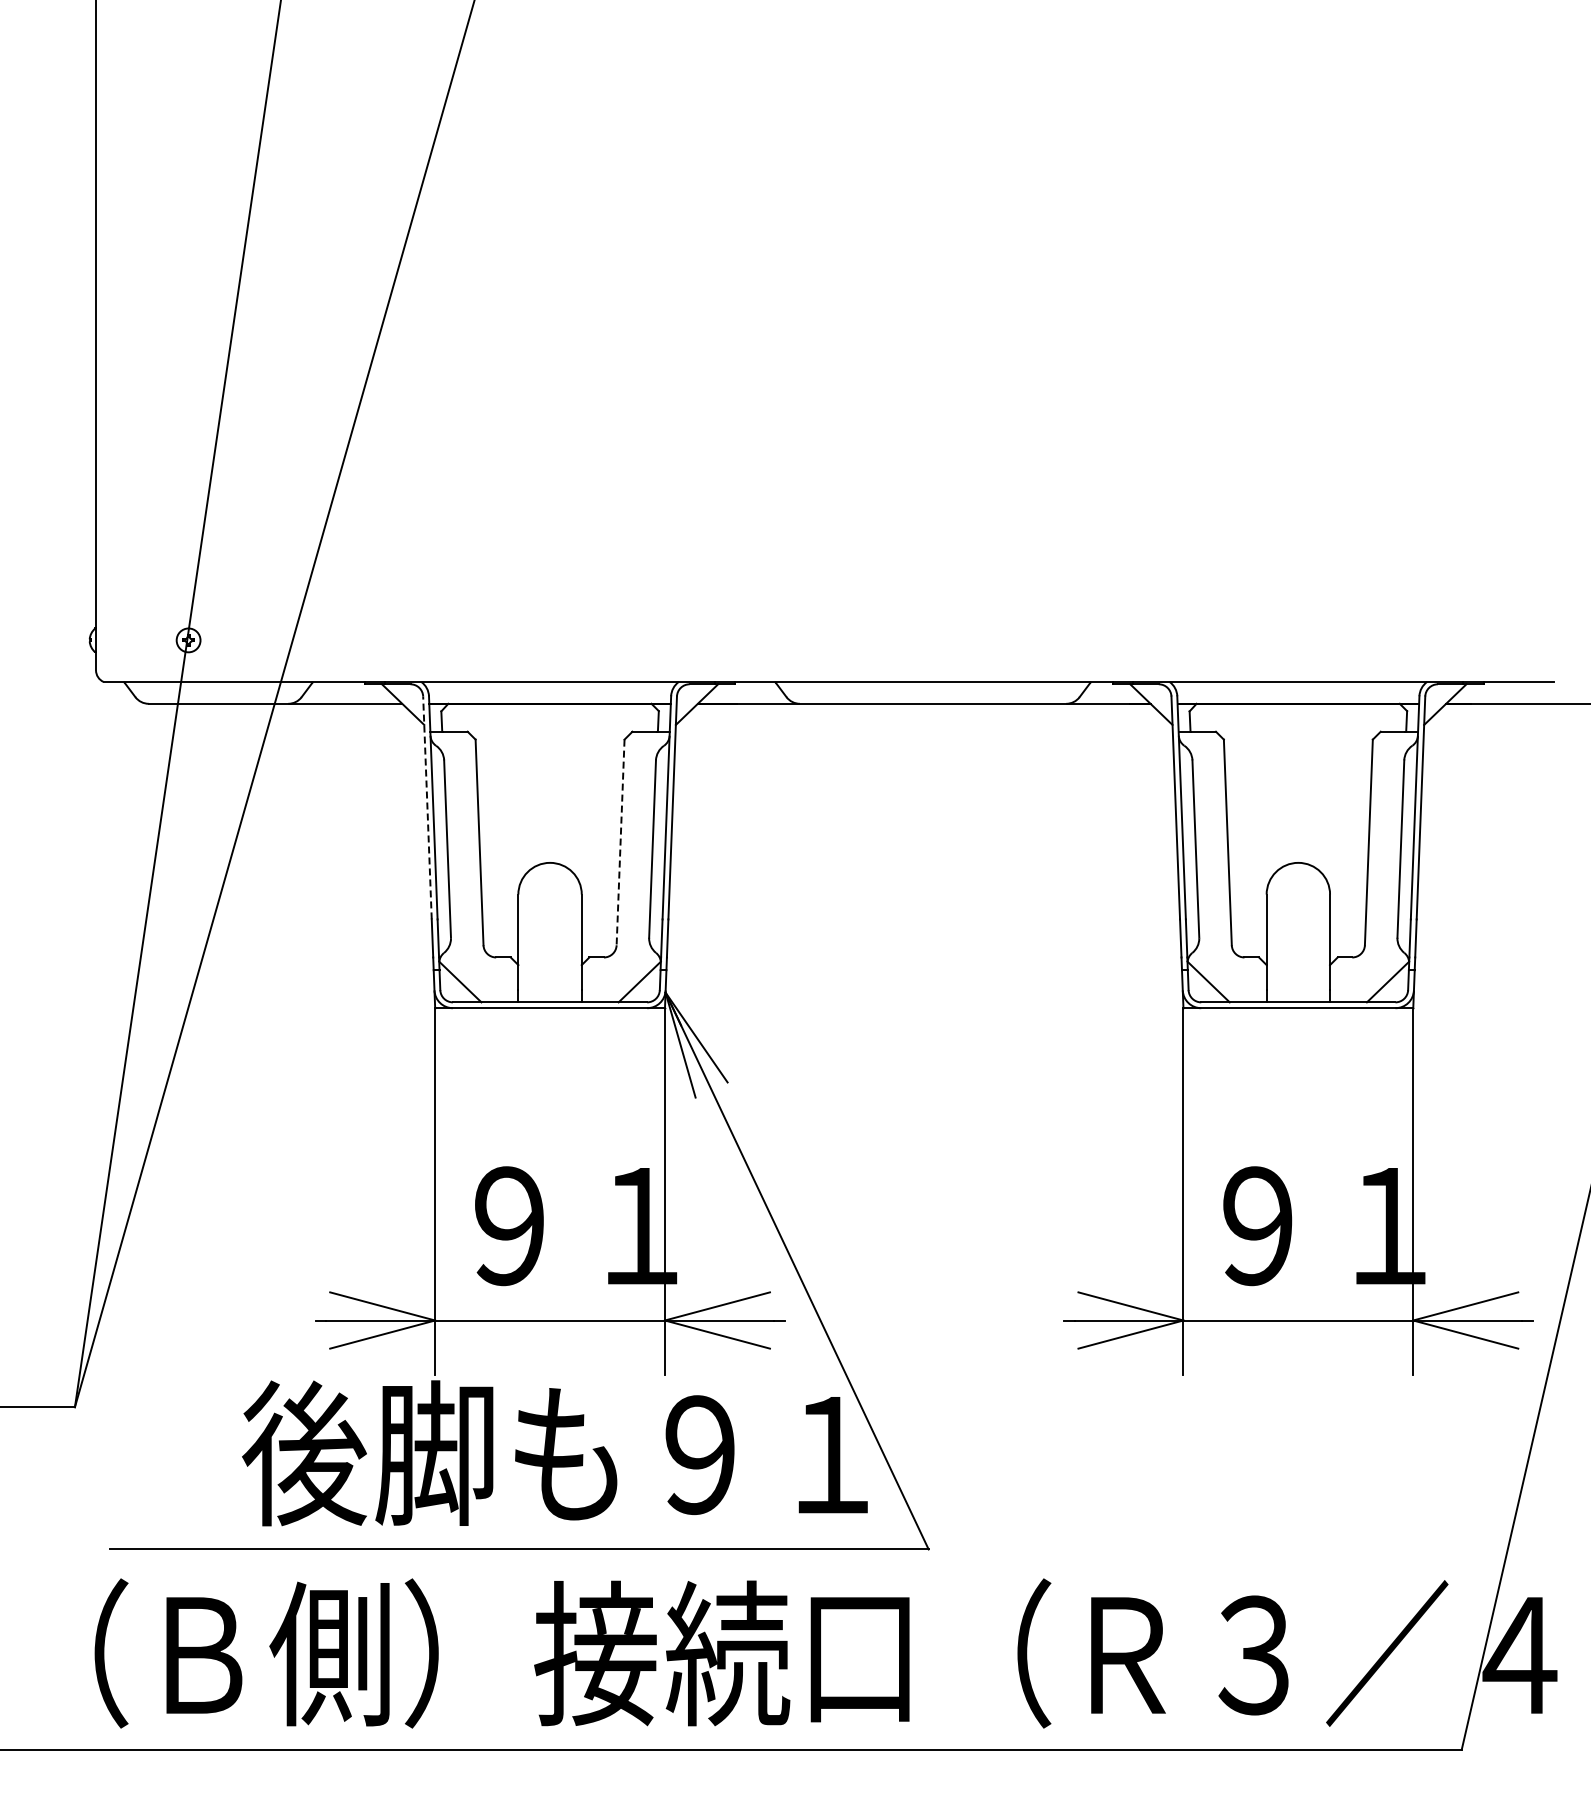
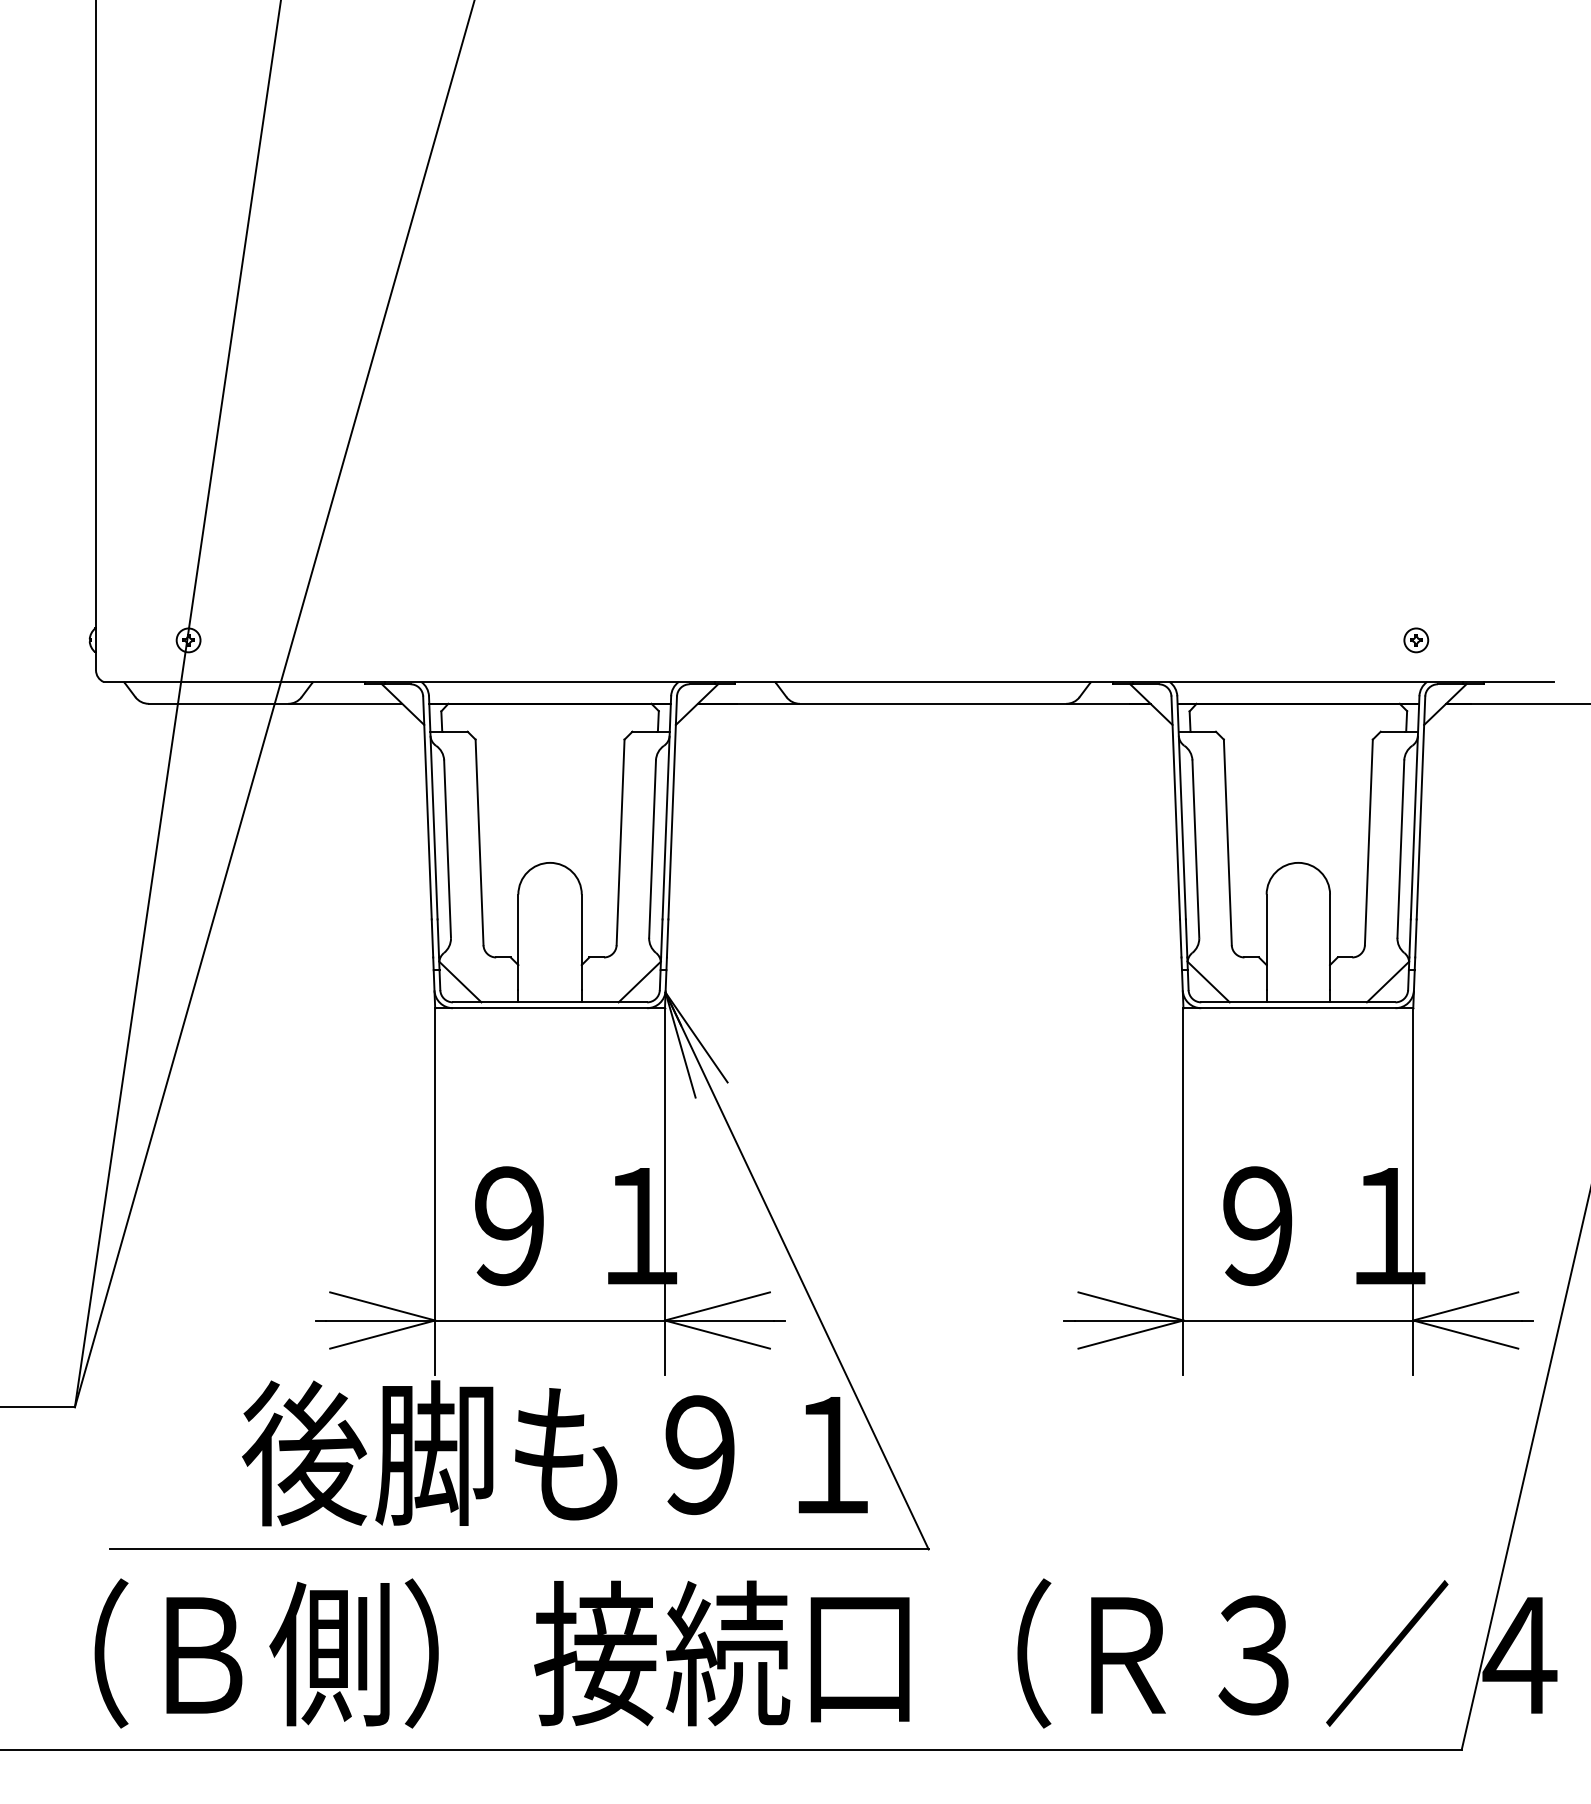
part at (1416, 640): none -> present
line at (427, 807): dashed -> solid
line at (620, 842): dashed -> solid
